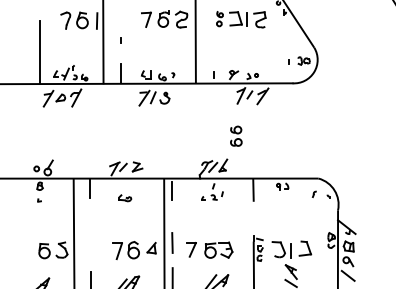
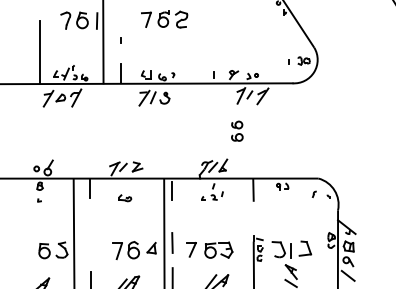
part at (241, 19): present -> none
line at (195, 42): present -> none
part at (236, 135) position: (236, 135) -> (237, 130)
